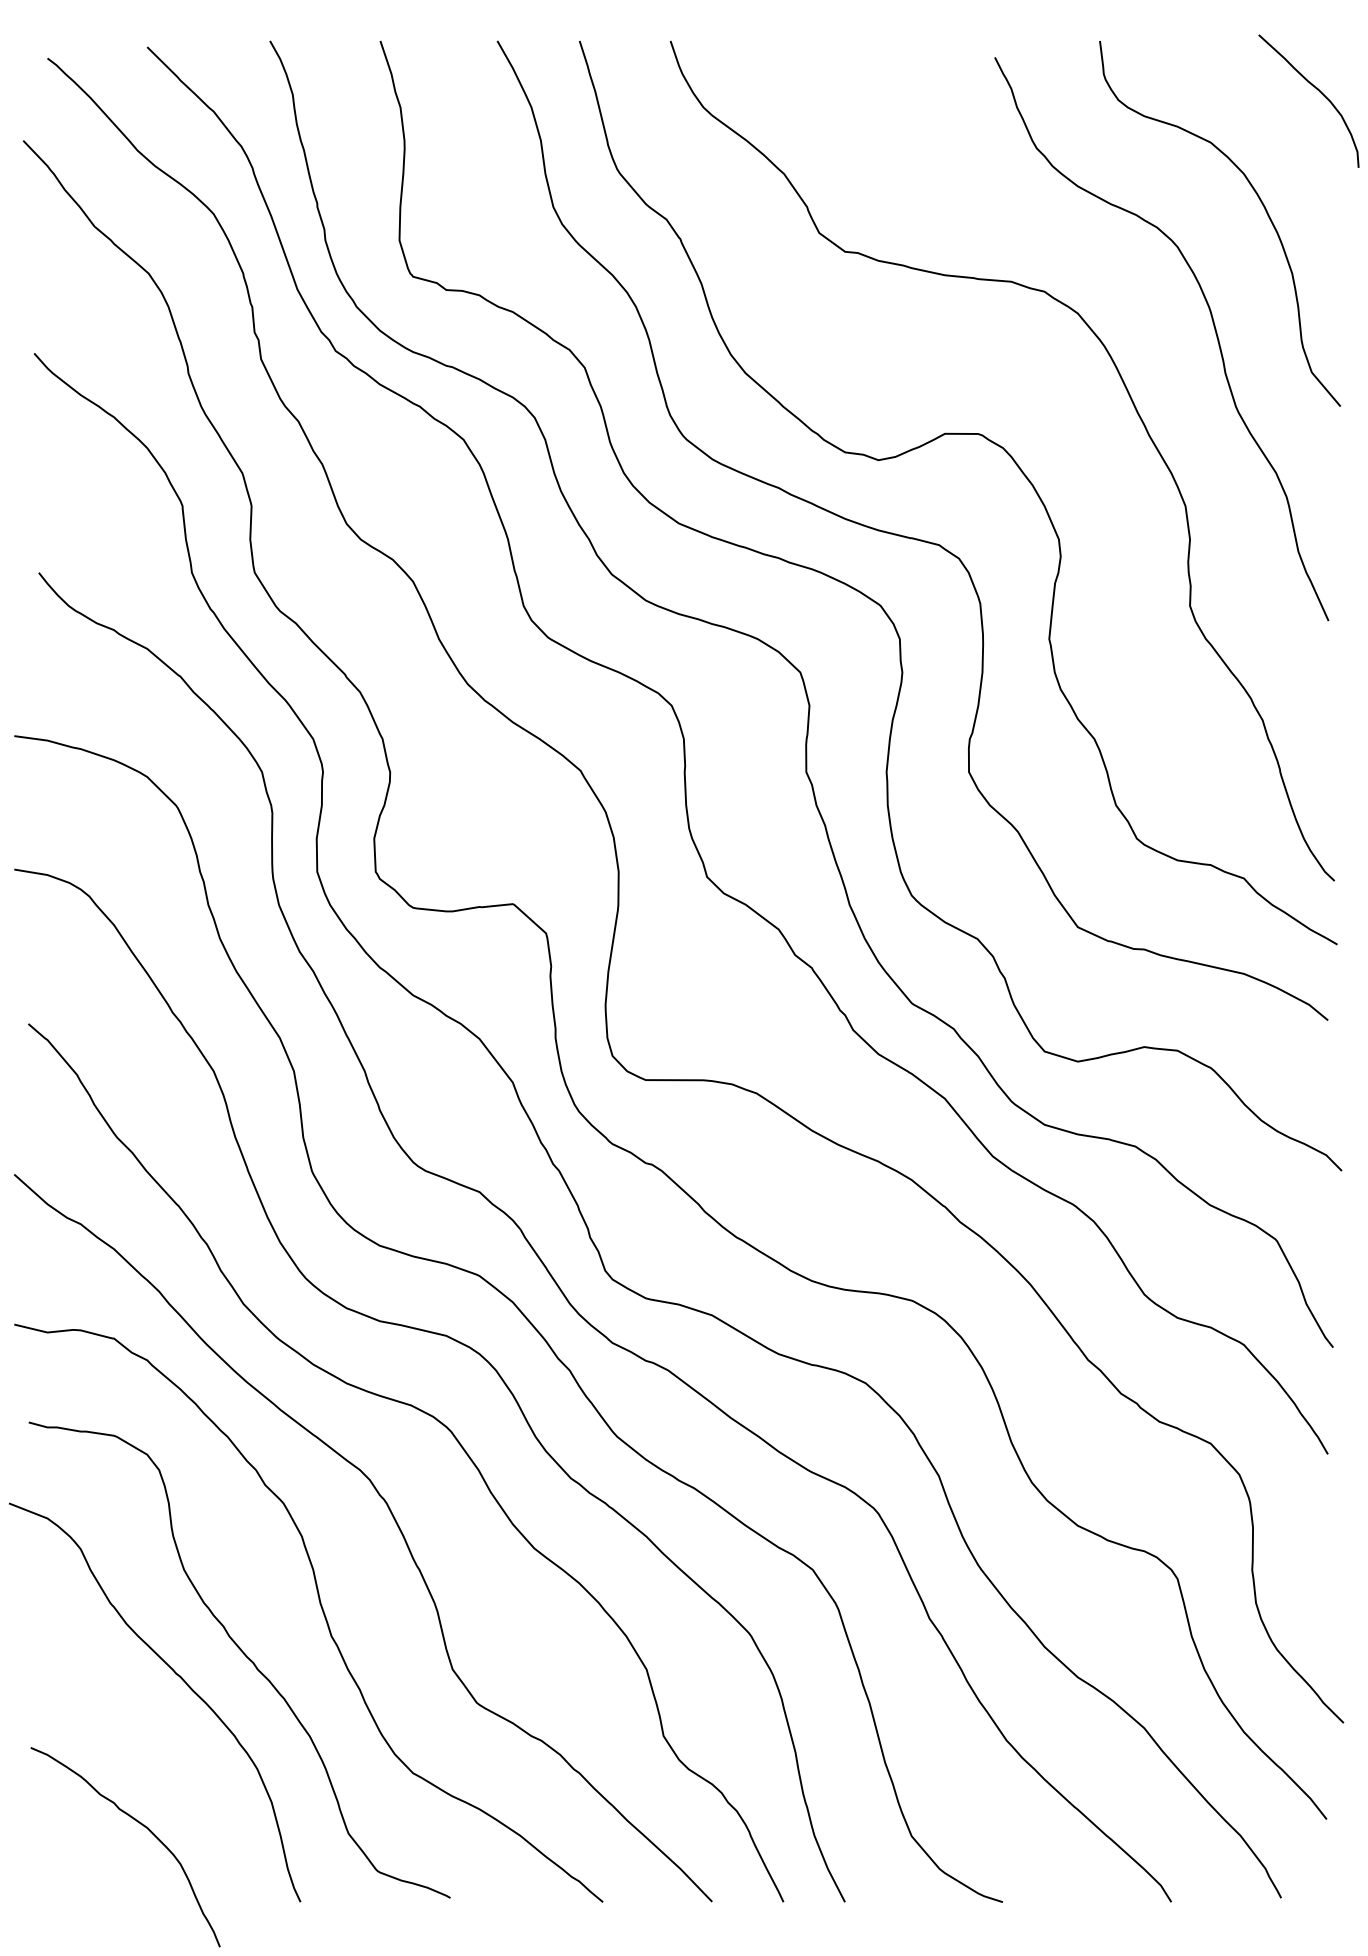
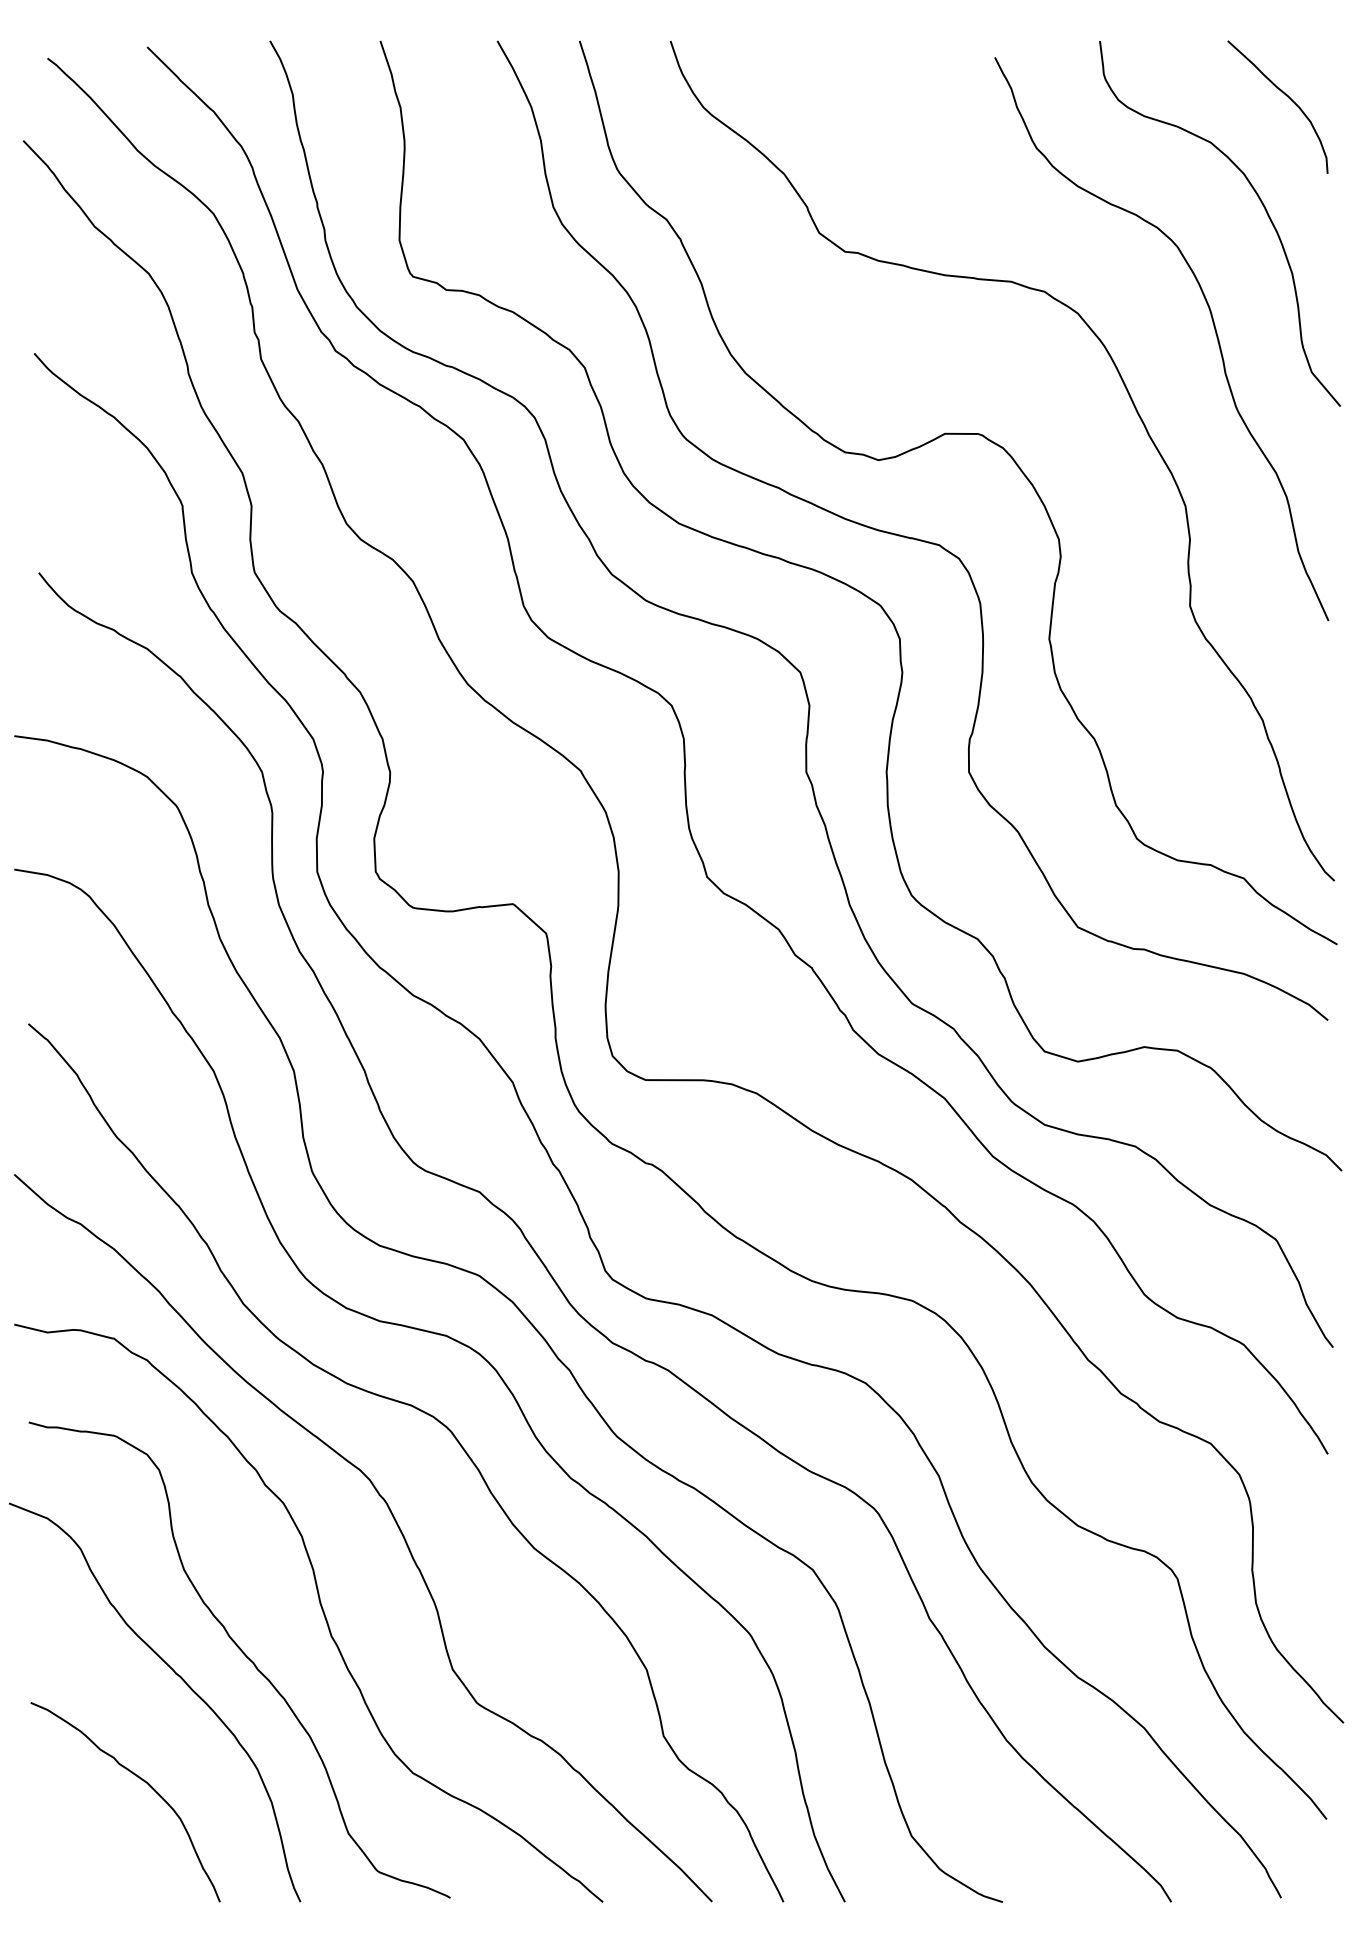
curve at (1317, 90) position: (1317, 90) -> (1286, 96)
curve at (141, 1825) position: (141, 1825) -> (141, 1780)
